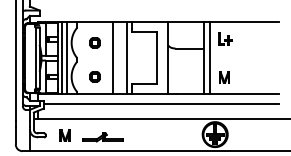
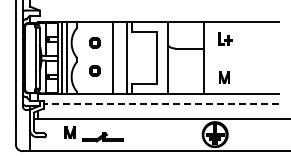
line at (210, 57): present -> none
part at (94, 76) position: (94, 76) -> (94, 70)
line at (161, 104): solid -> dashed
part at (64, 135) position: (64, 135) -> (69, 132)
